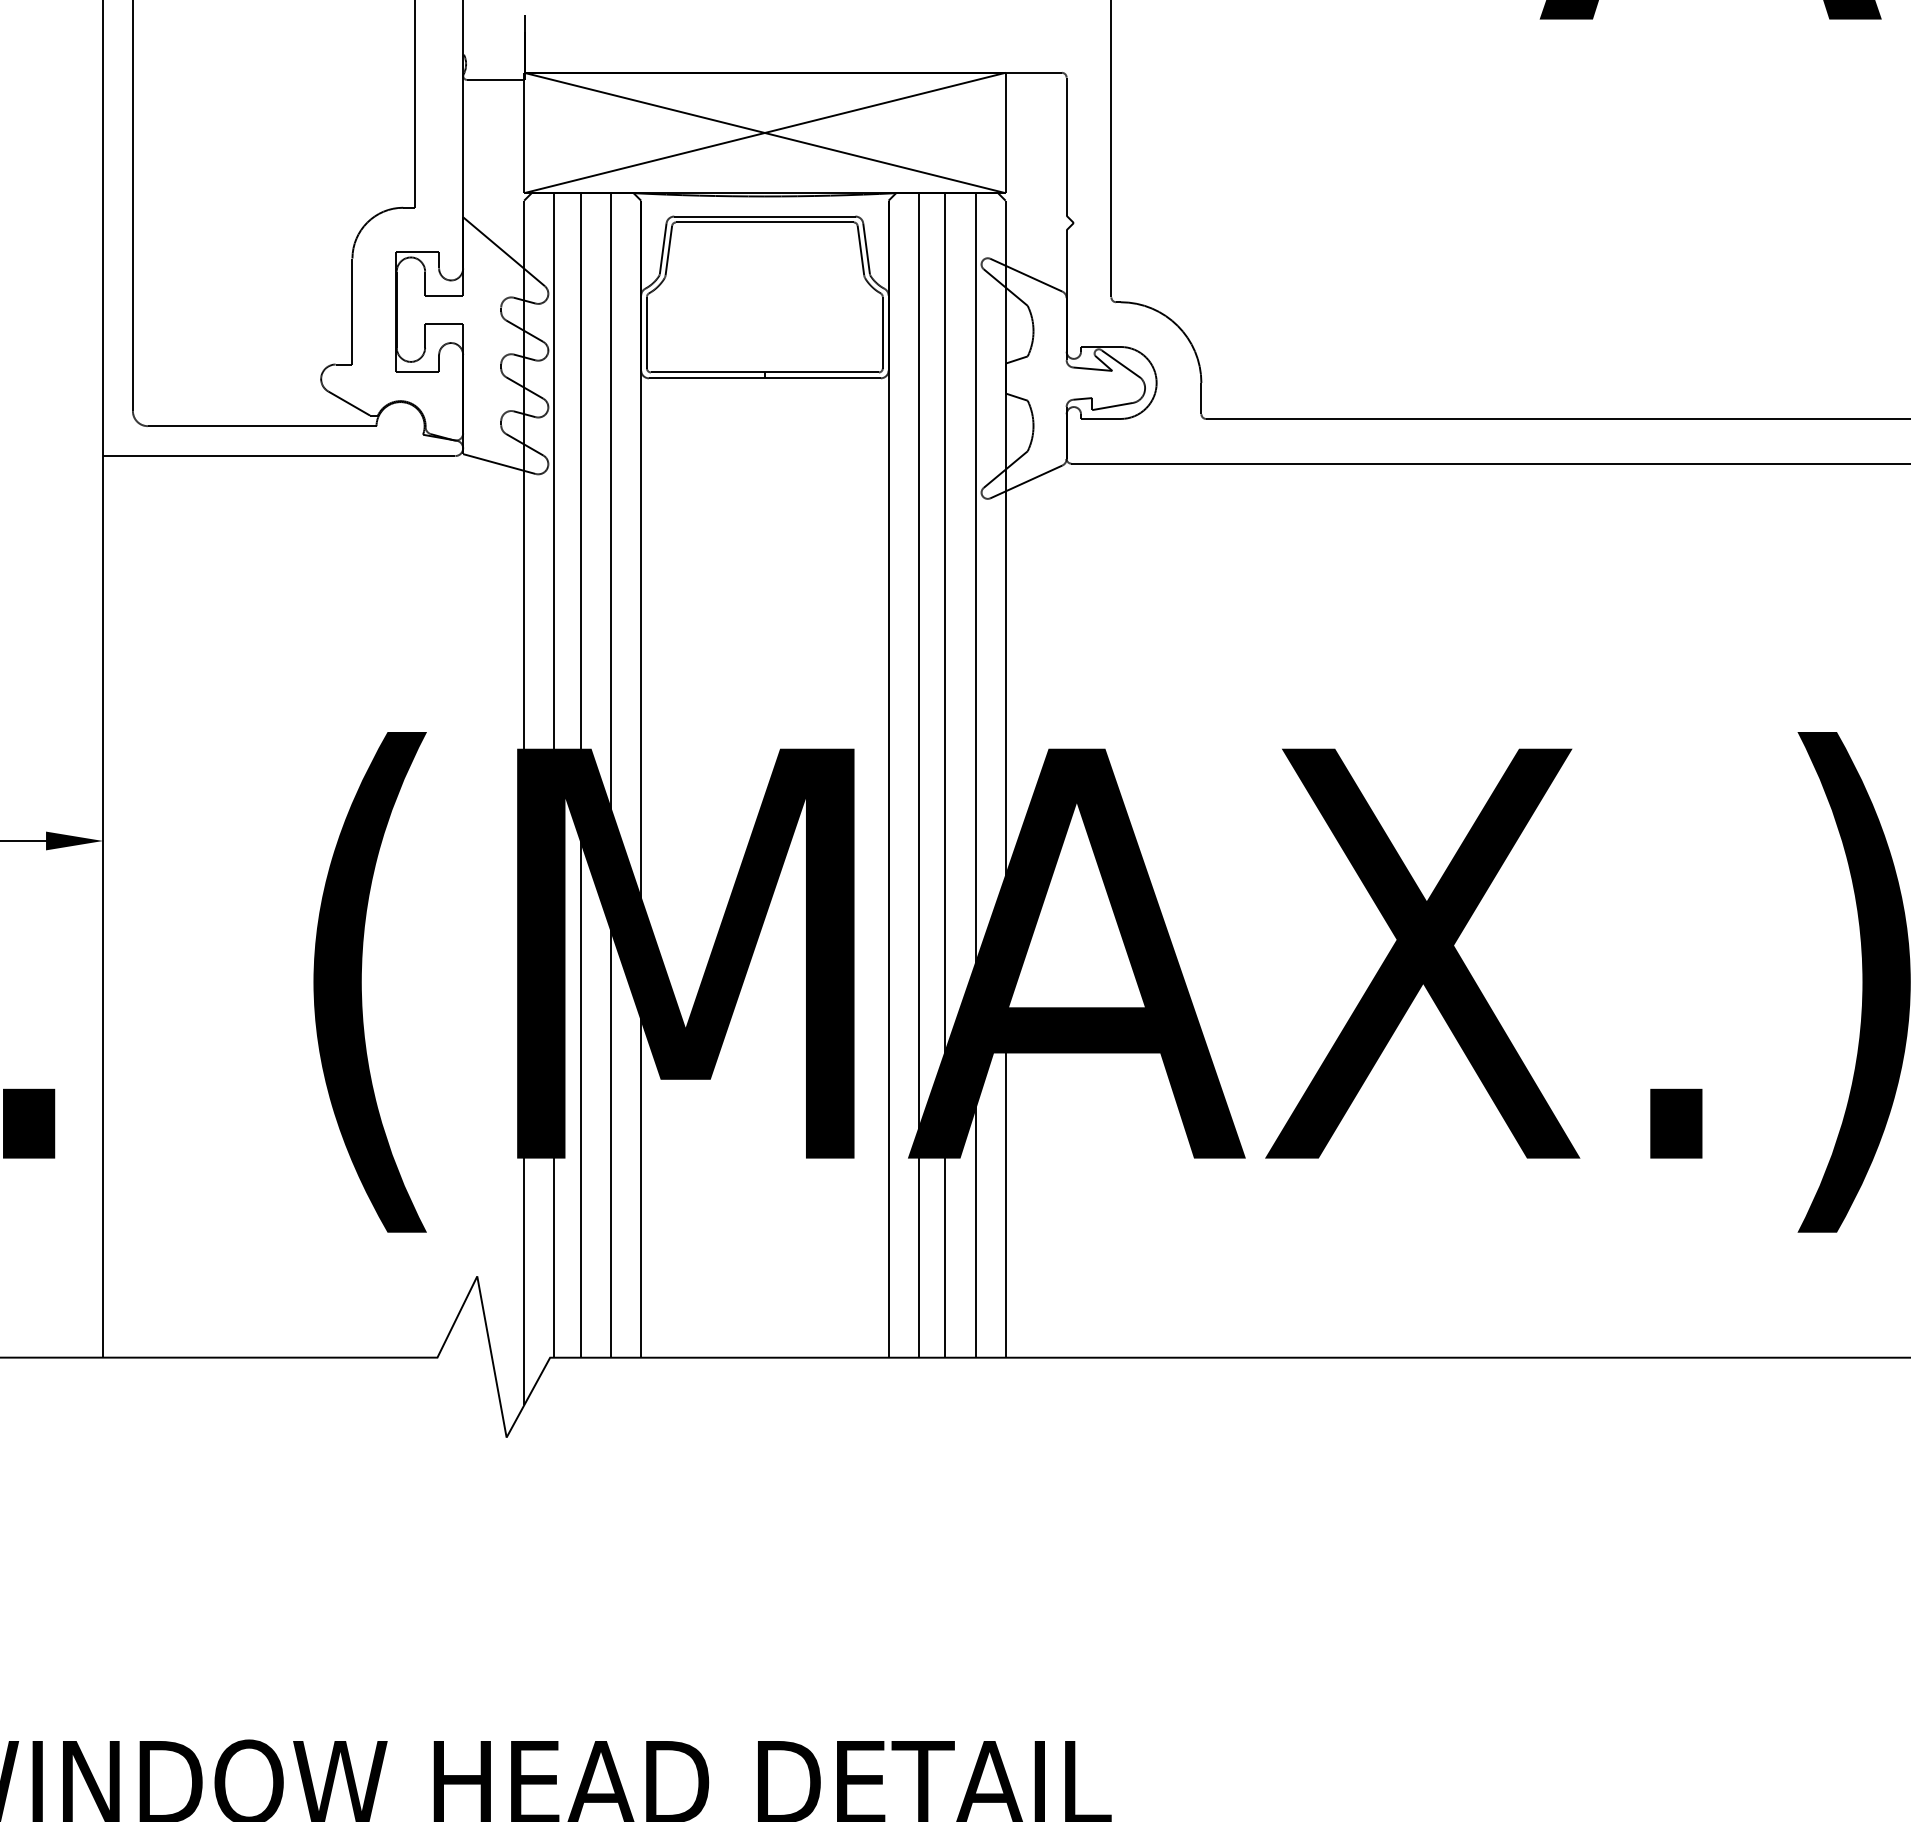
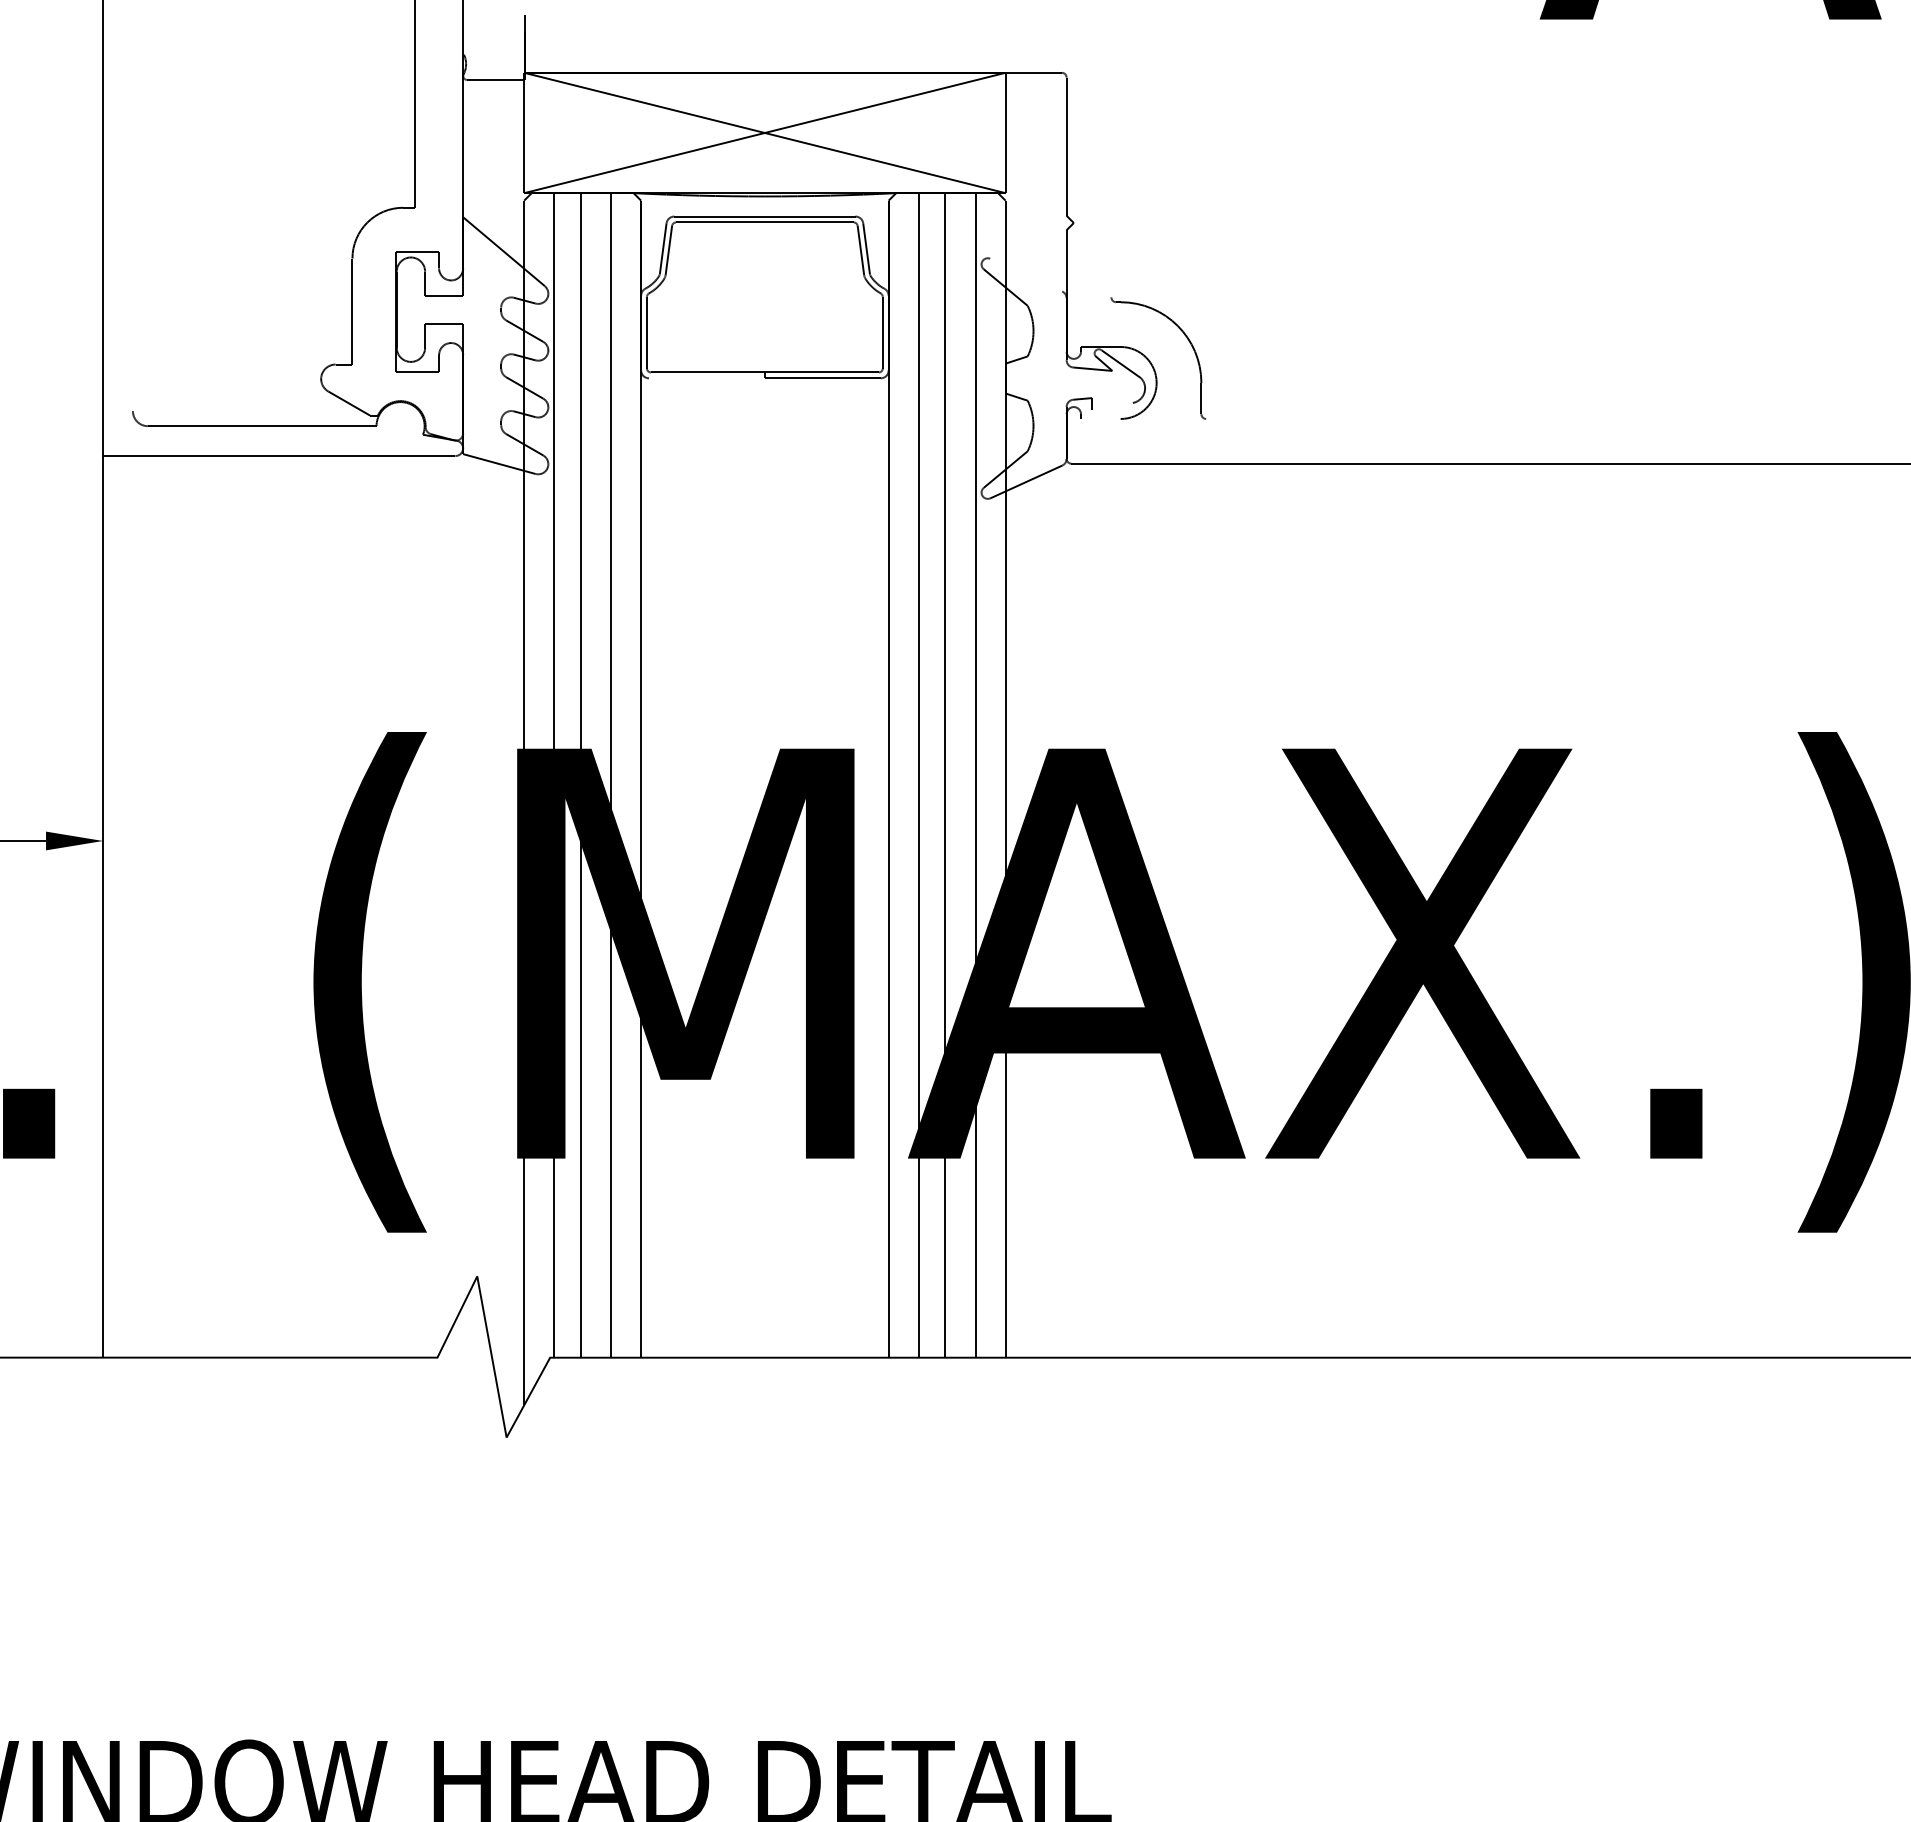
line at (1111, 149): present -> none
line at (132, 206): present -> none
line at (1026, 274): present -> none
line at (706, 378): present -> none
line at (1112, 406): present -> none
line at (1100, 418): present -> none
line at (1556, 418): present -> none
